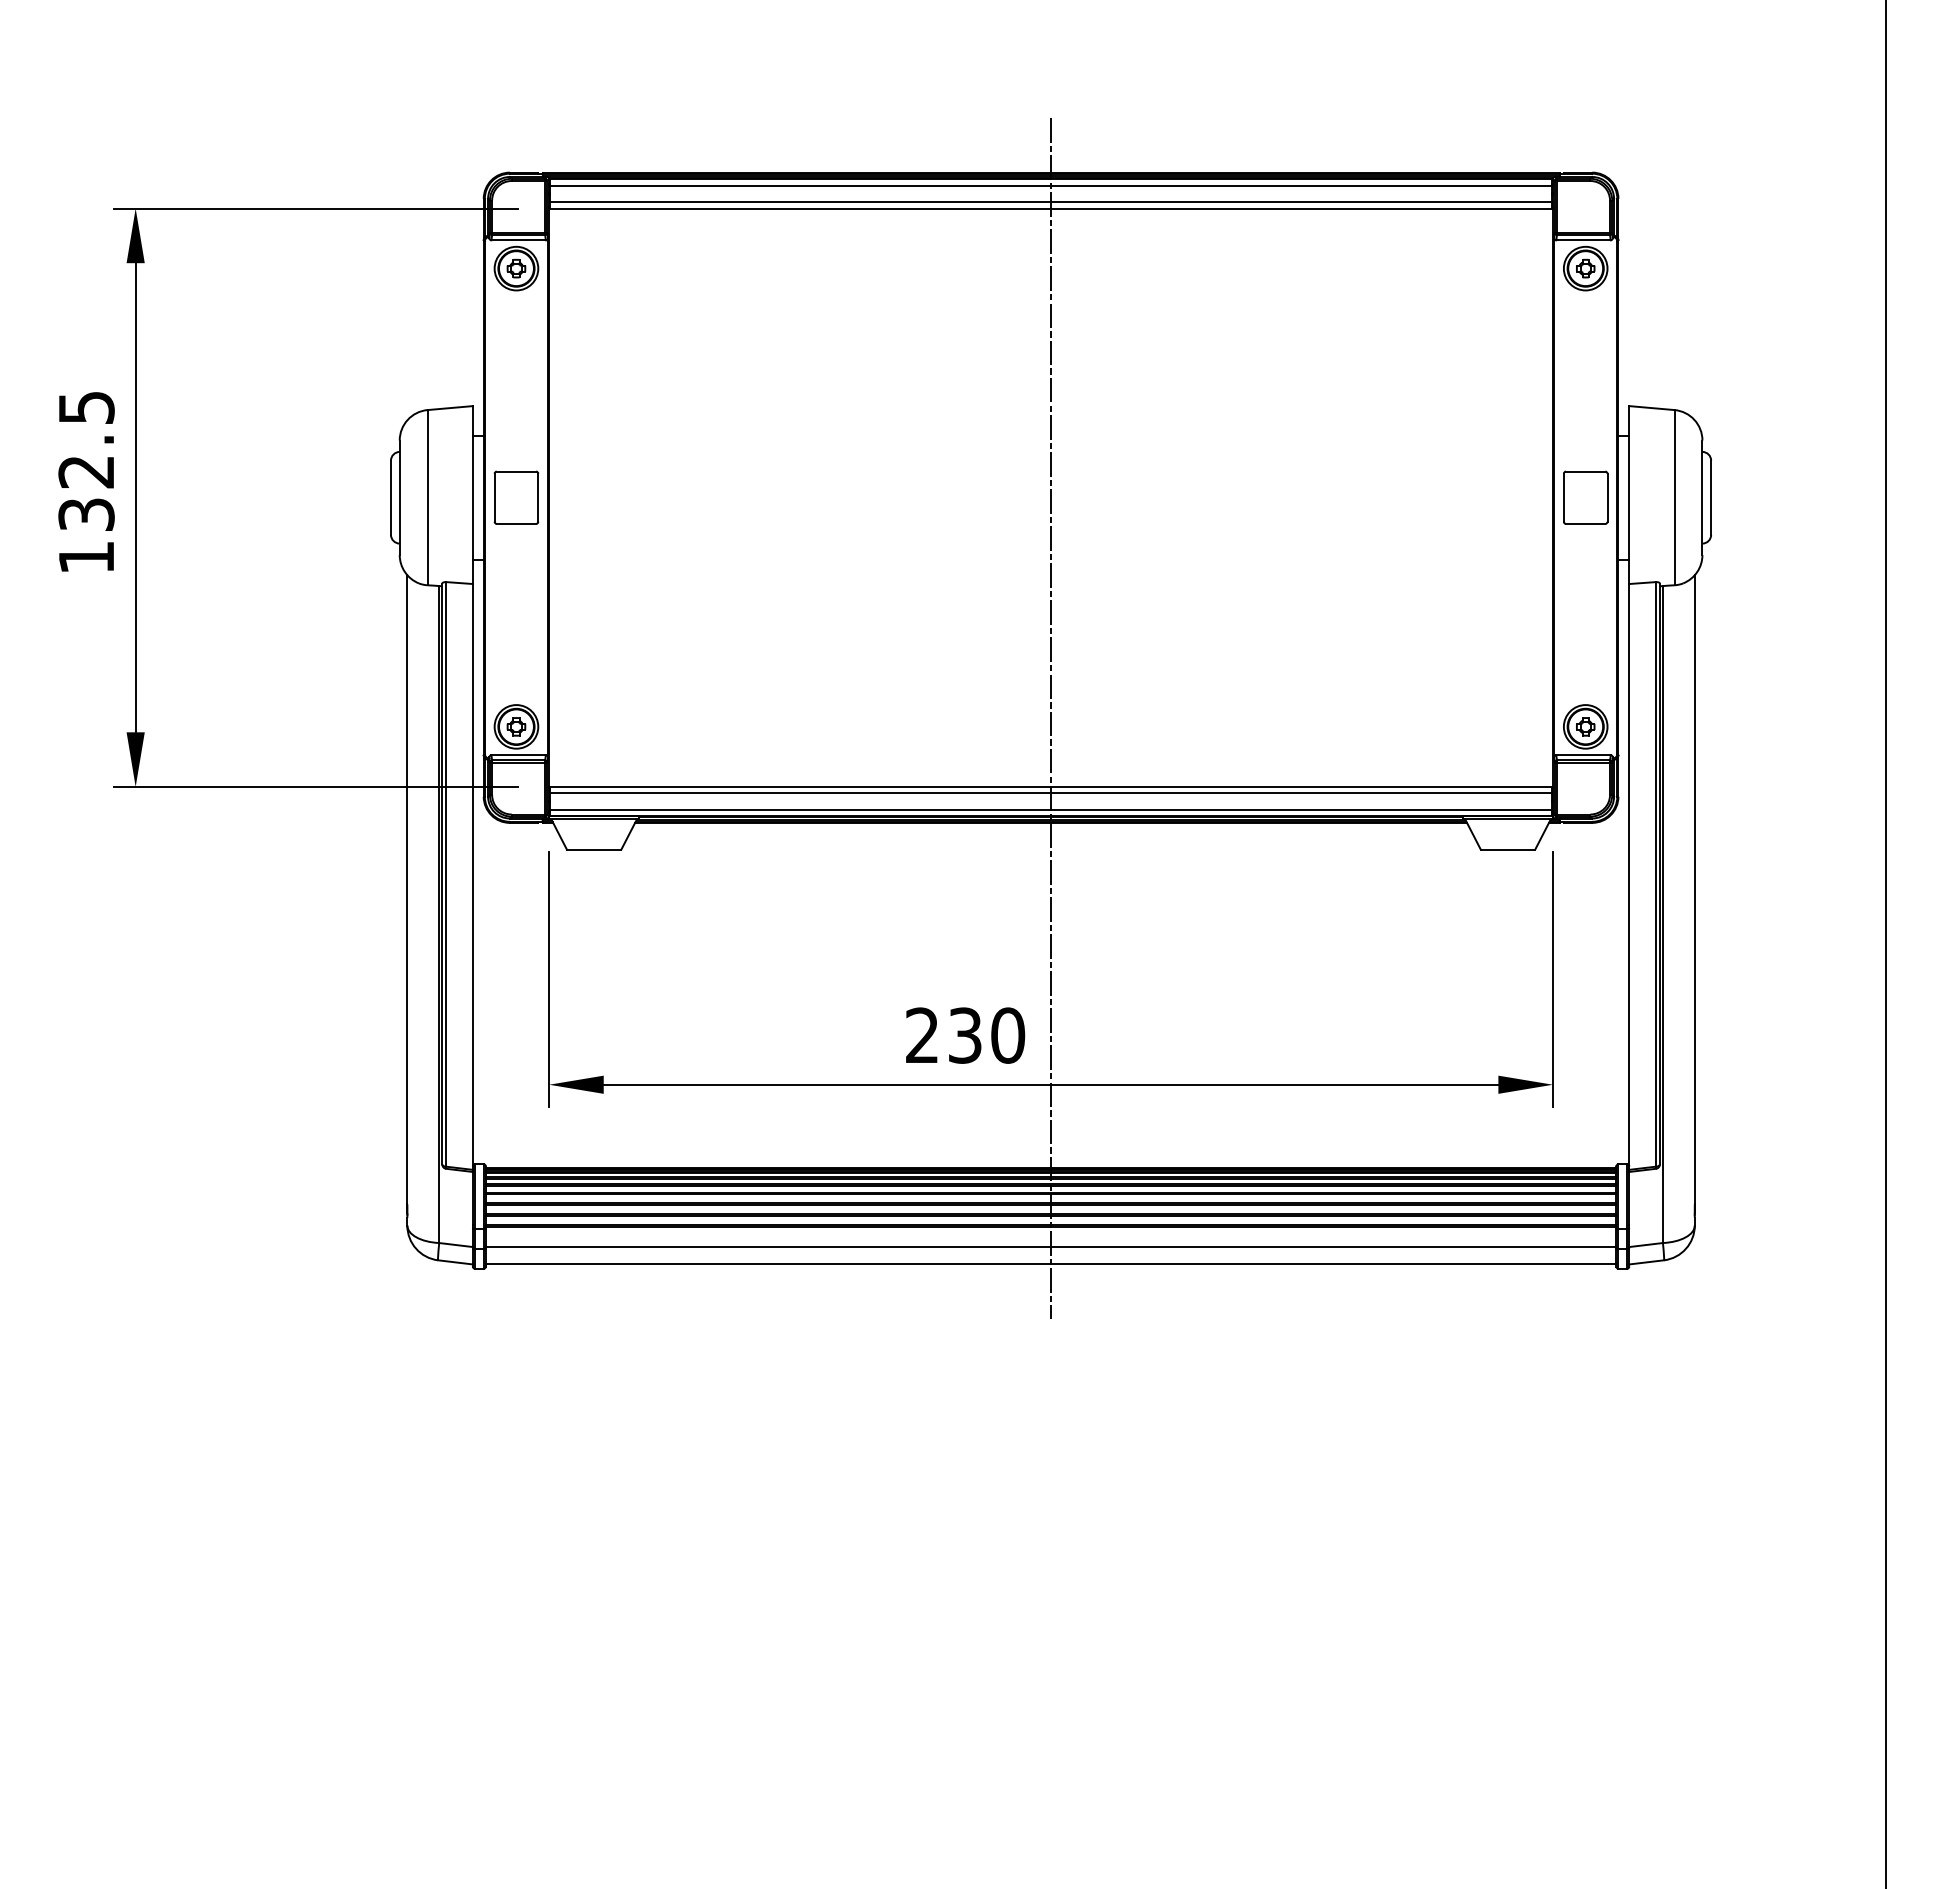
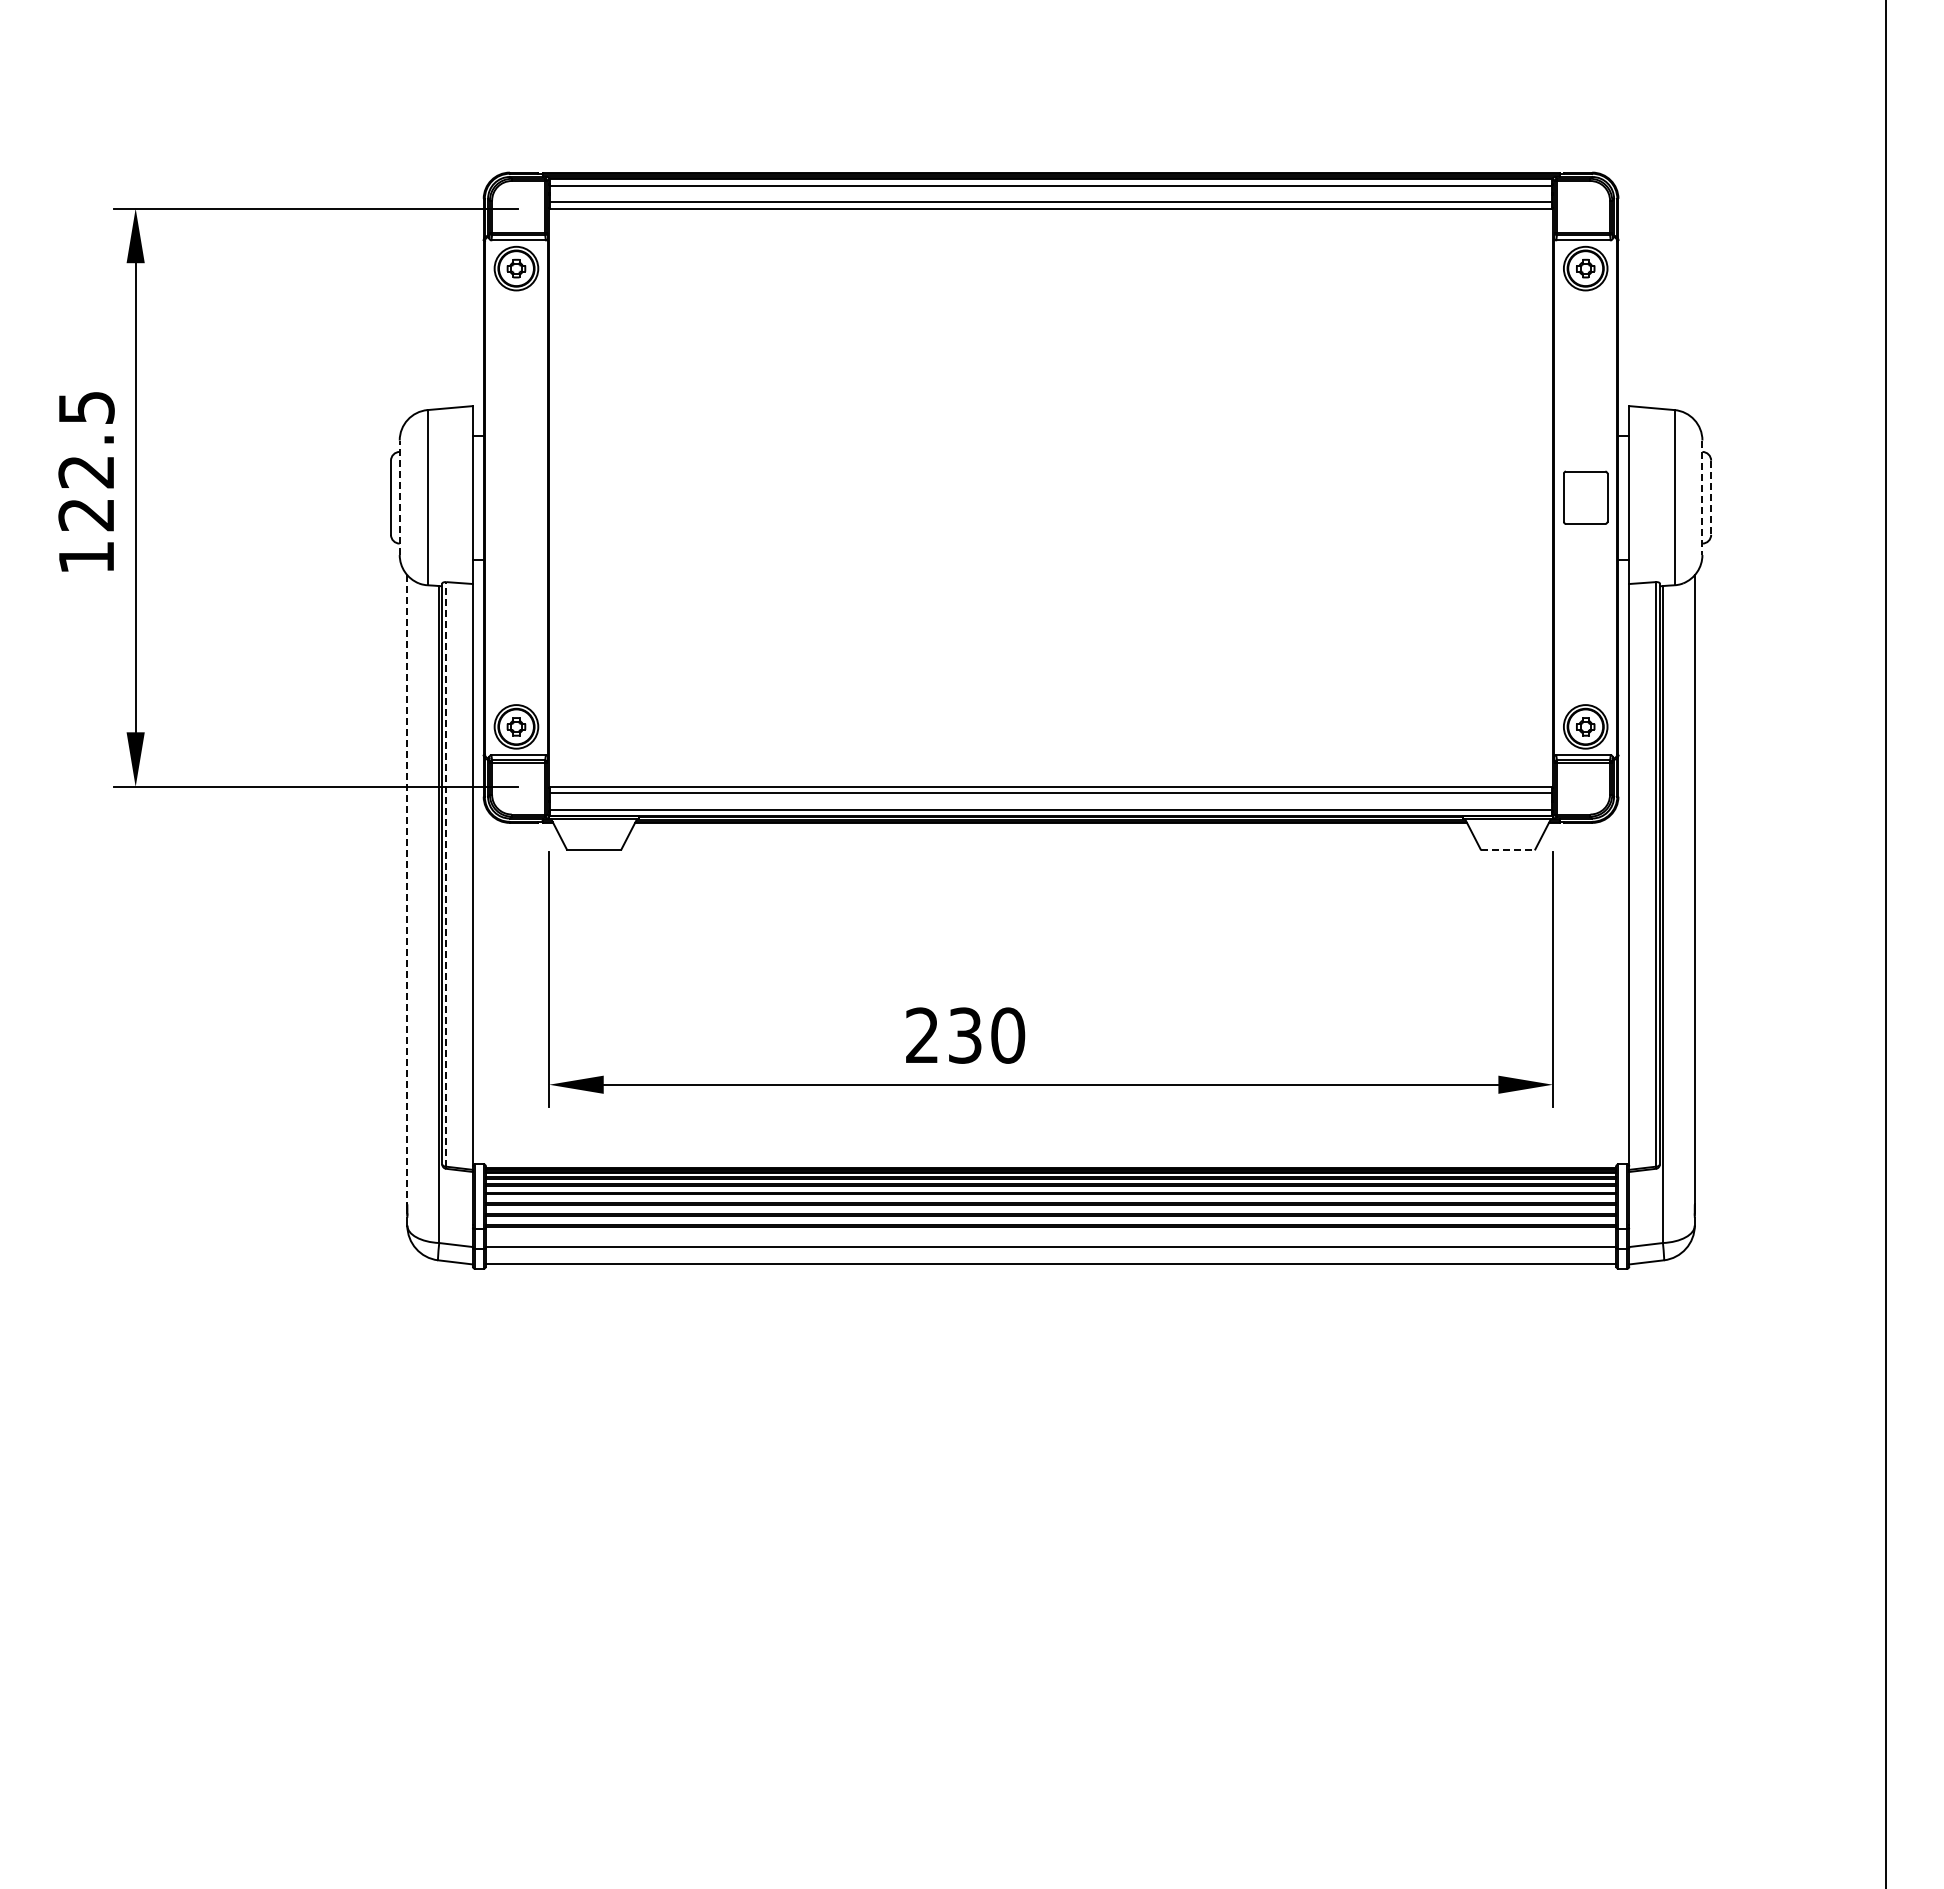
line at (399, 497): solid -> dashed
part at (516, 497): present -> none
line at (1702, 498): solid -> dashed
line at (1711, 498): solid -> dashed
text at (86, 514): 132.5 -> 122.5
line at (1051, 718): present -> none
line at (1508, 849): solid -> dashed
line at (446, 873): solid -> dashed
line at (407, 889): solid -> dashed
